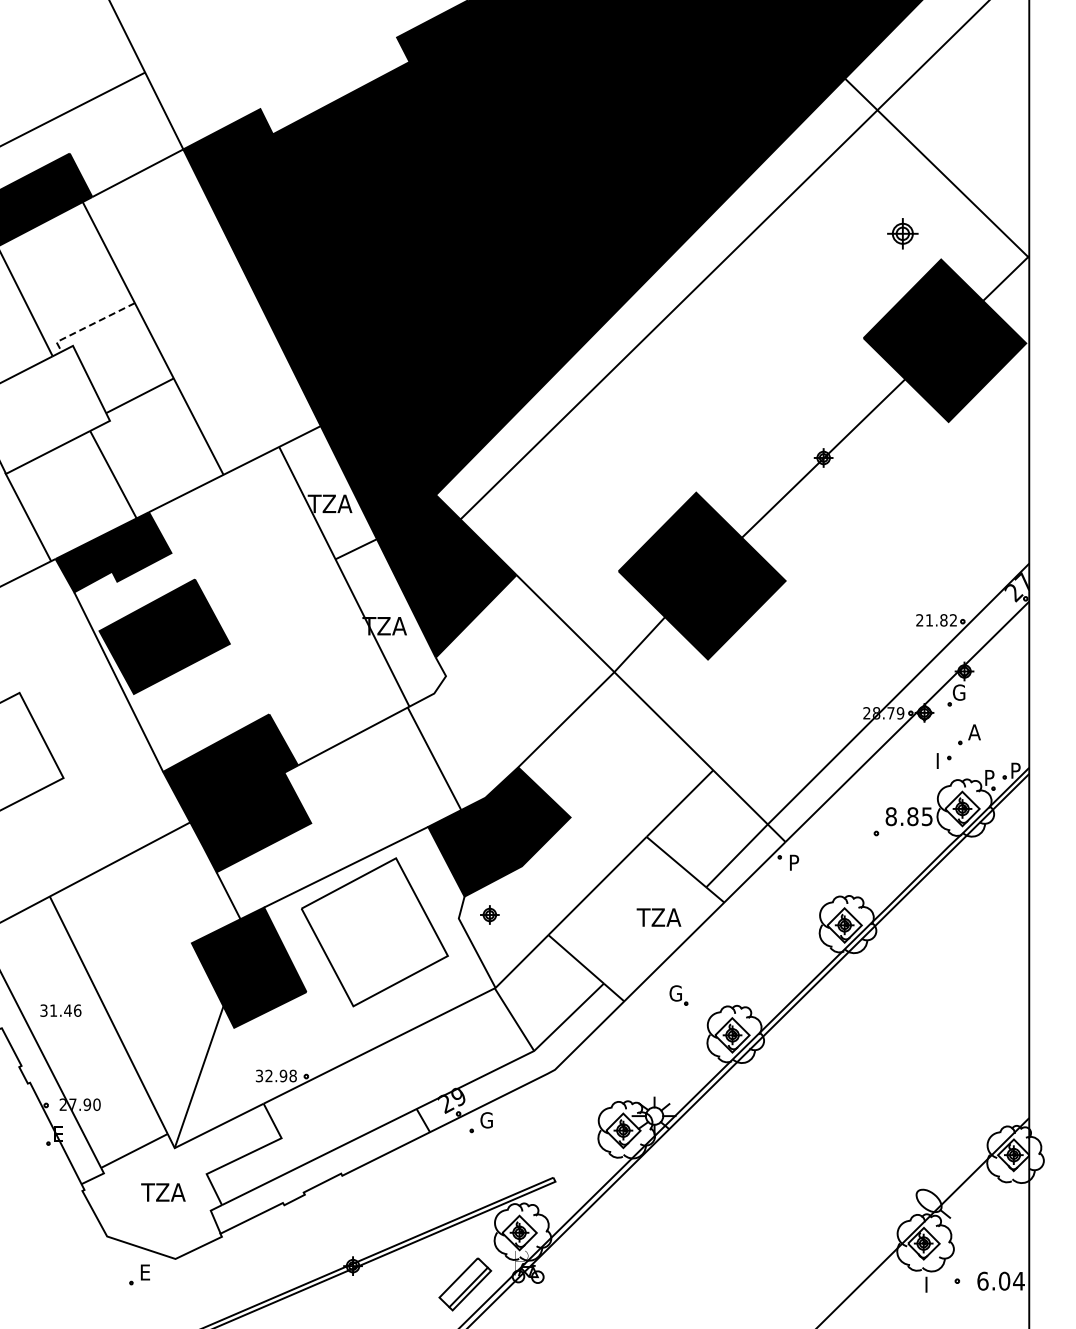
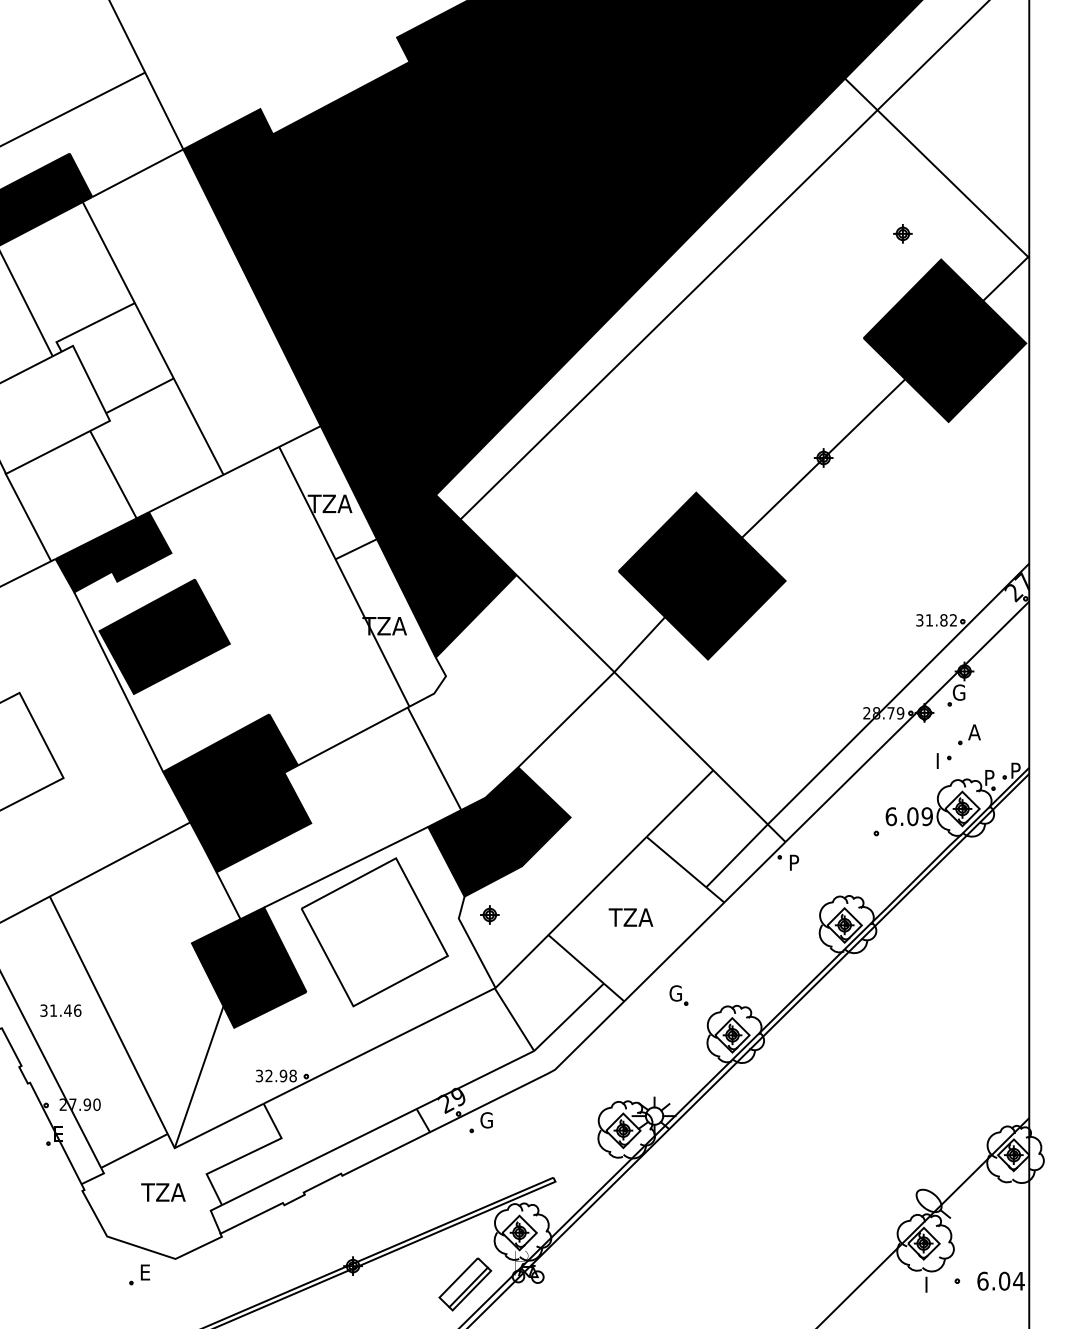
part at (902, 233) size: 32x32 px -> 20x20 px
line at (90, 325): dashed -> solid
text at (919, 620): 21.82 -> 31.82
text at (908, 816): 8.85 -> 6.09
text at (658, 917) position: (658, 917) -> (630, 917)
